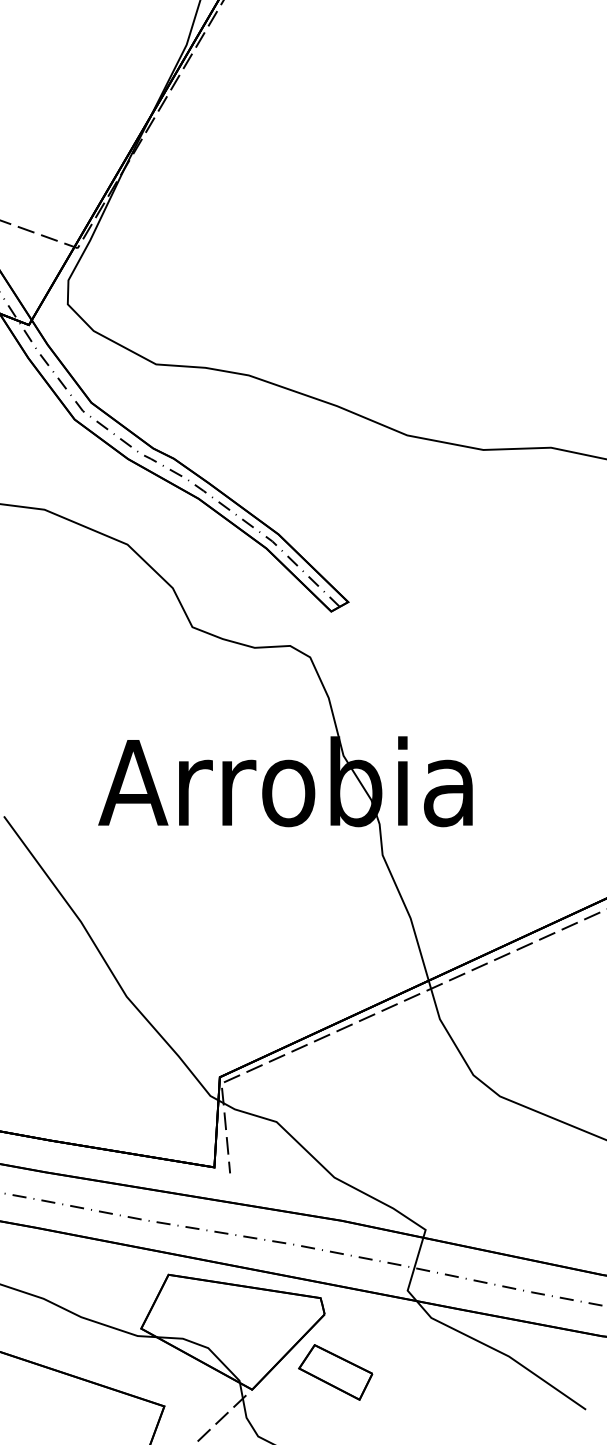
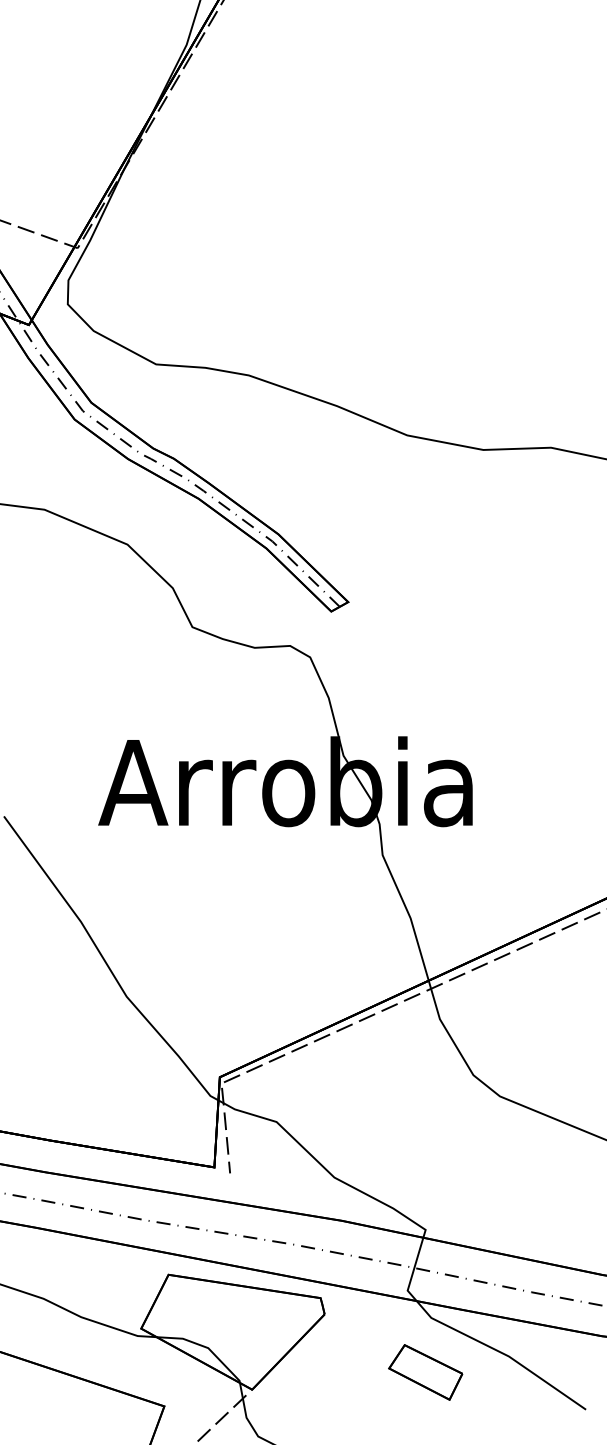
part at (335, 1372) position: (335, 1372) -> (425, 1372)
